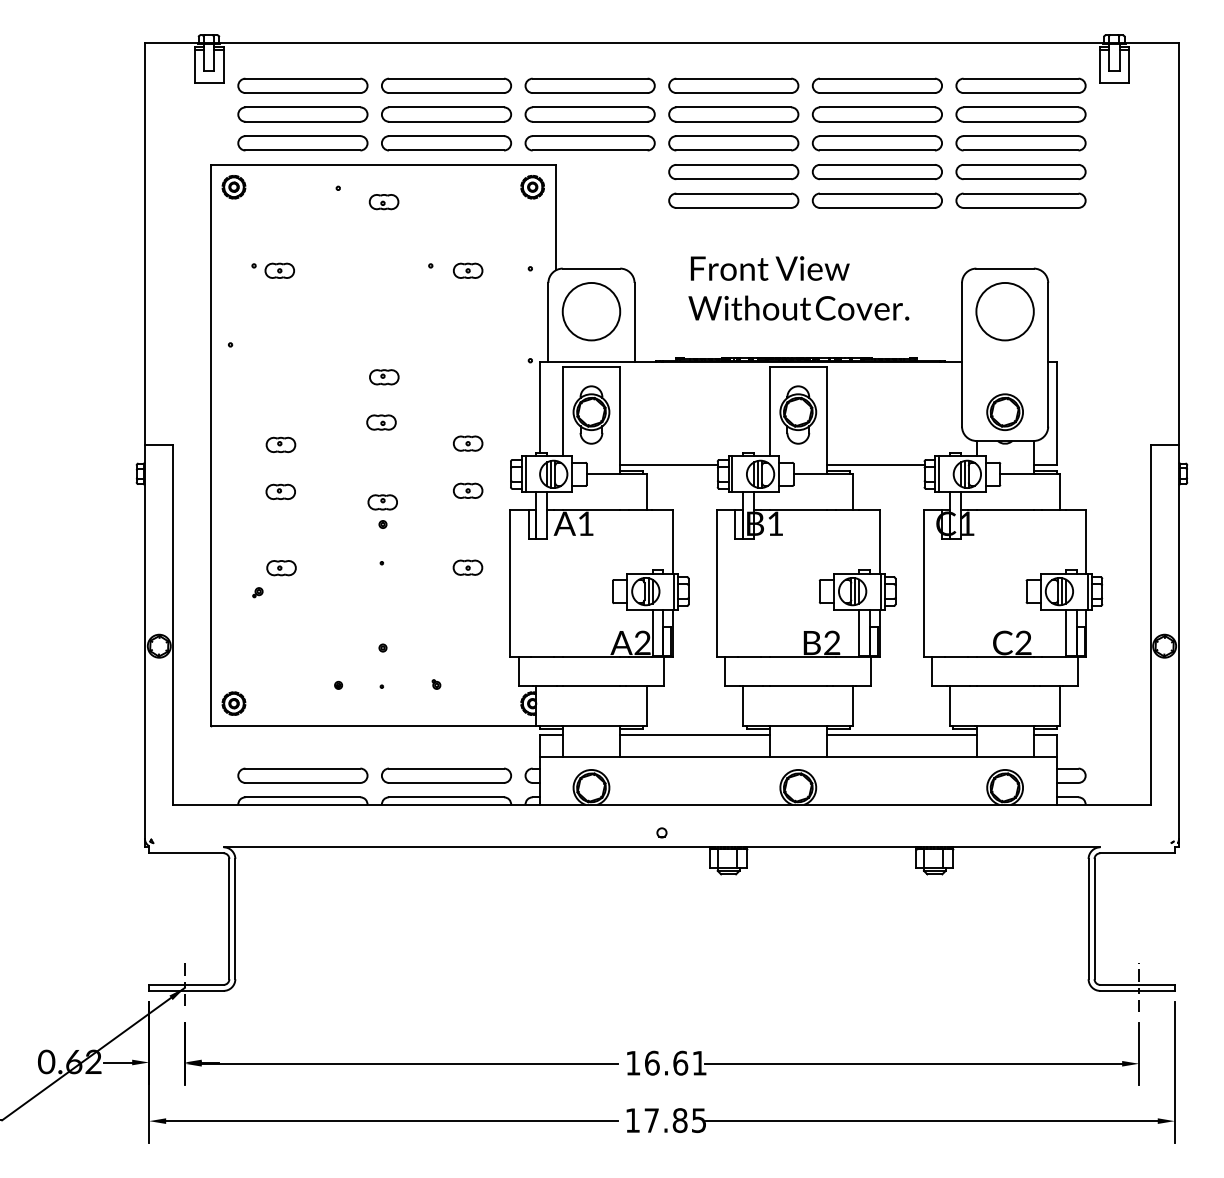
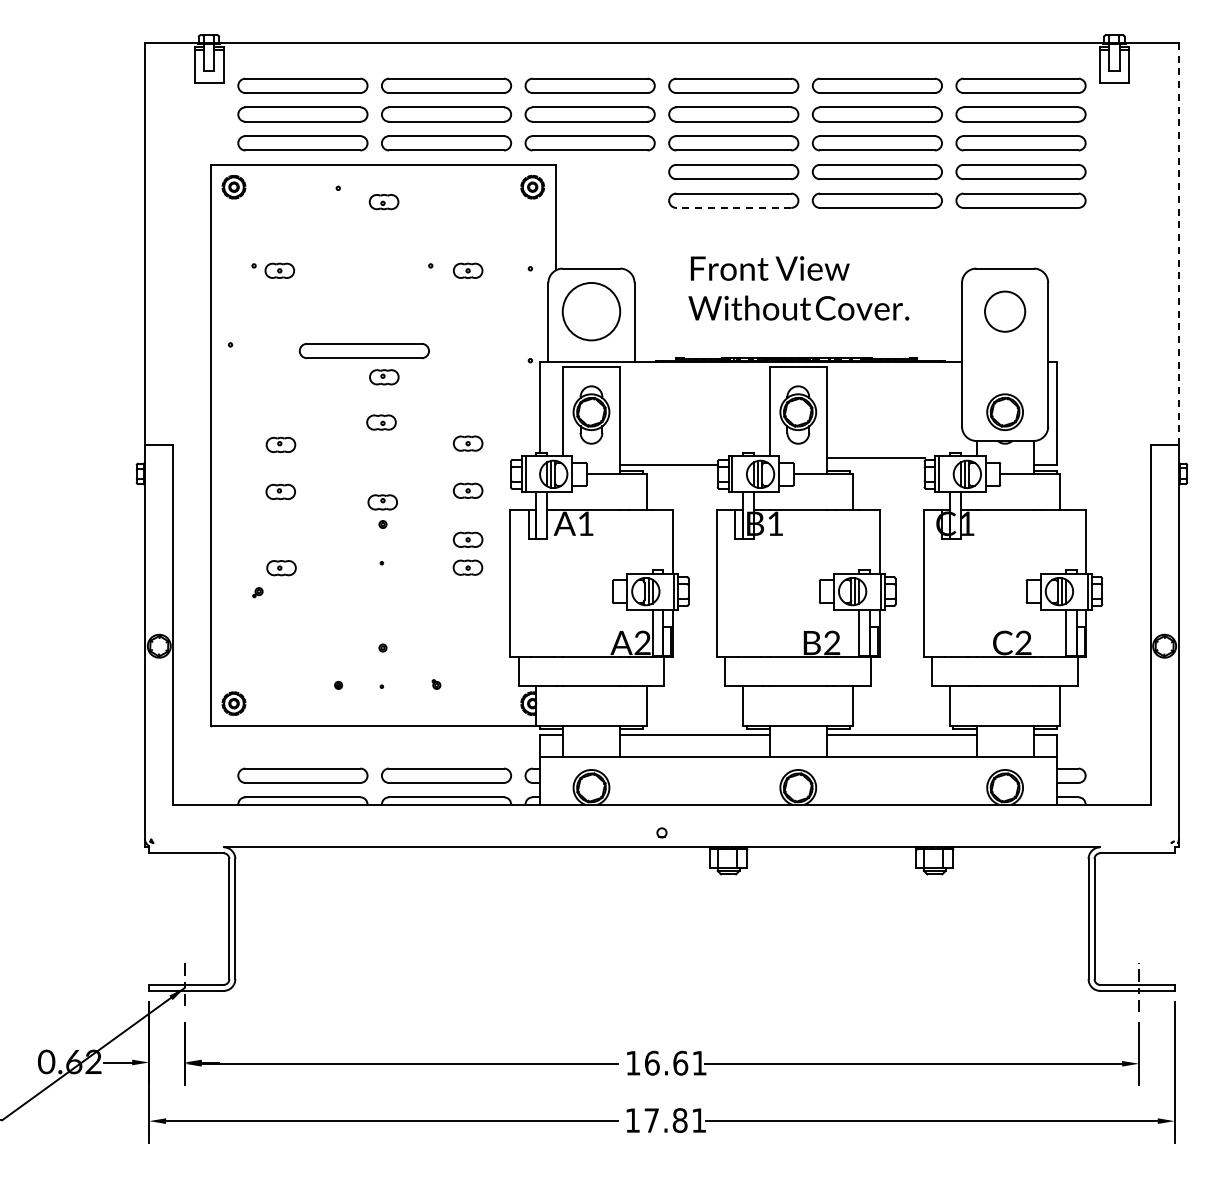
line at (733, 207): solid -> dashed
line at (1179, 244): solid -> dashed
circle at (1004, 311) diameter: 57 px -> 40 px
part at (363, 351): none -> present
line at (875, 465) position: (875, 465) -> (875, 458)
part at (468, 539): none -> present
text at (698, 1120): 17.85 -> 17.81
